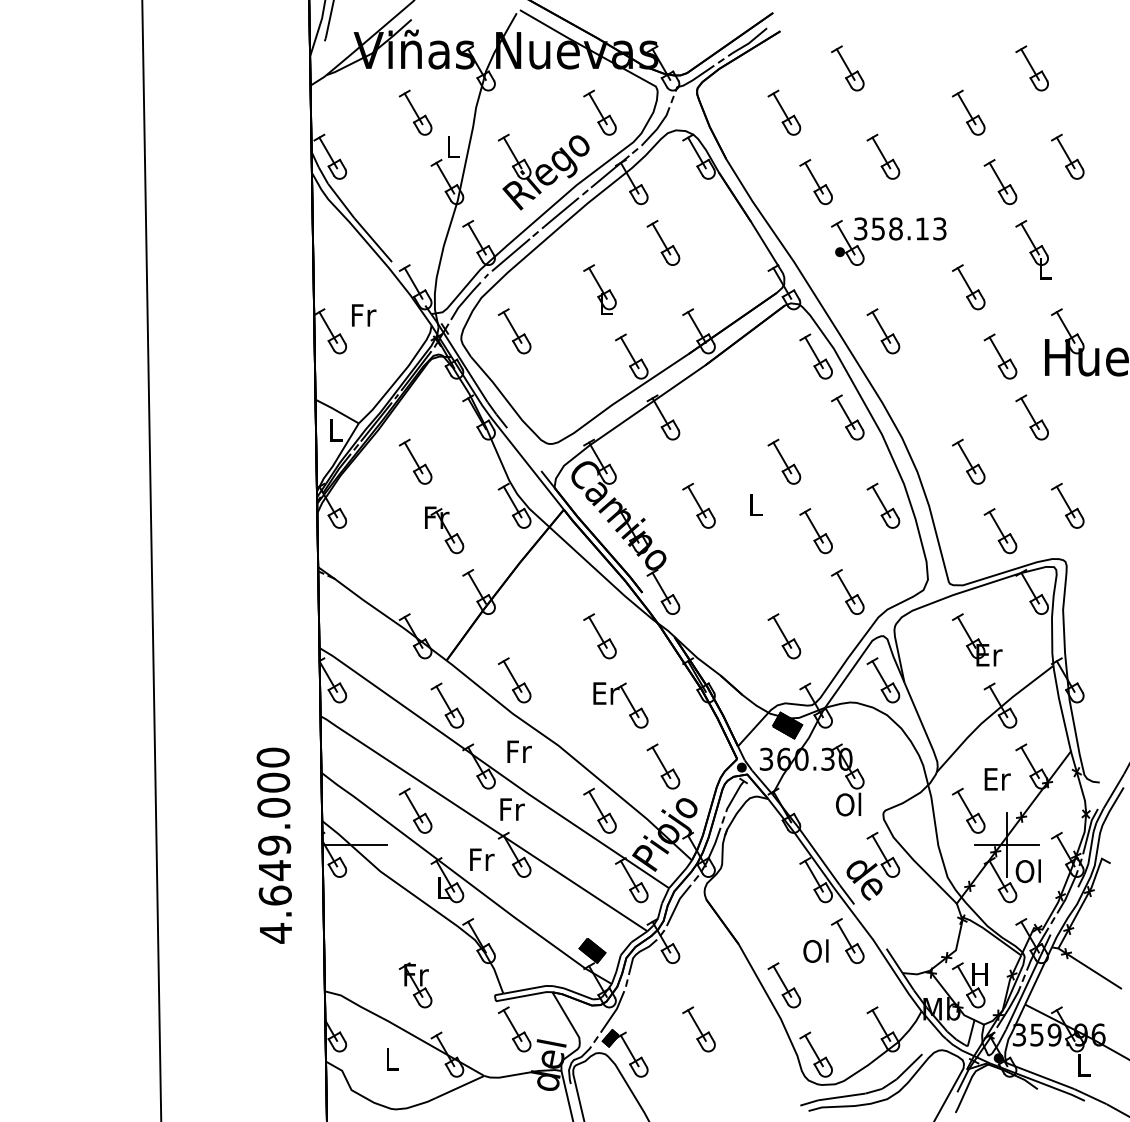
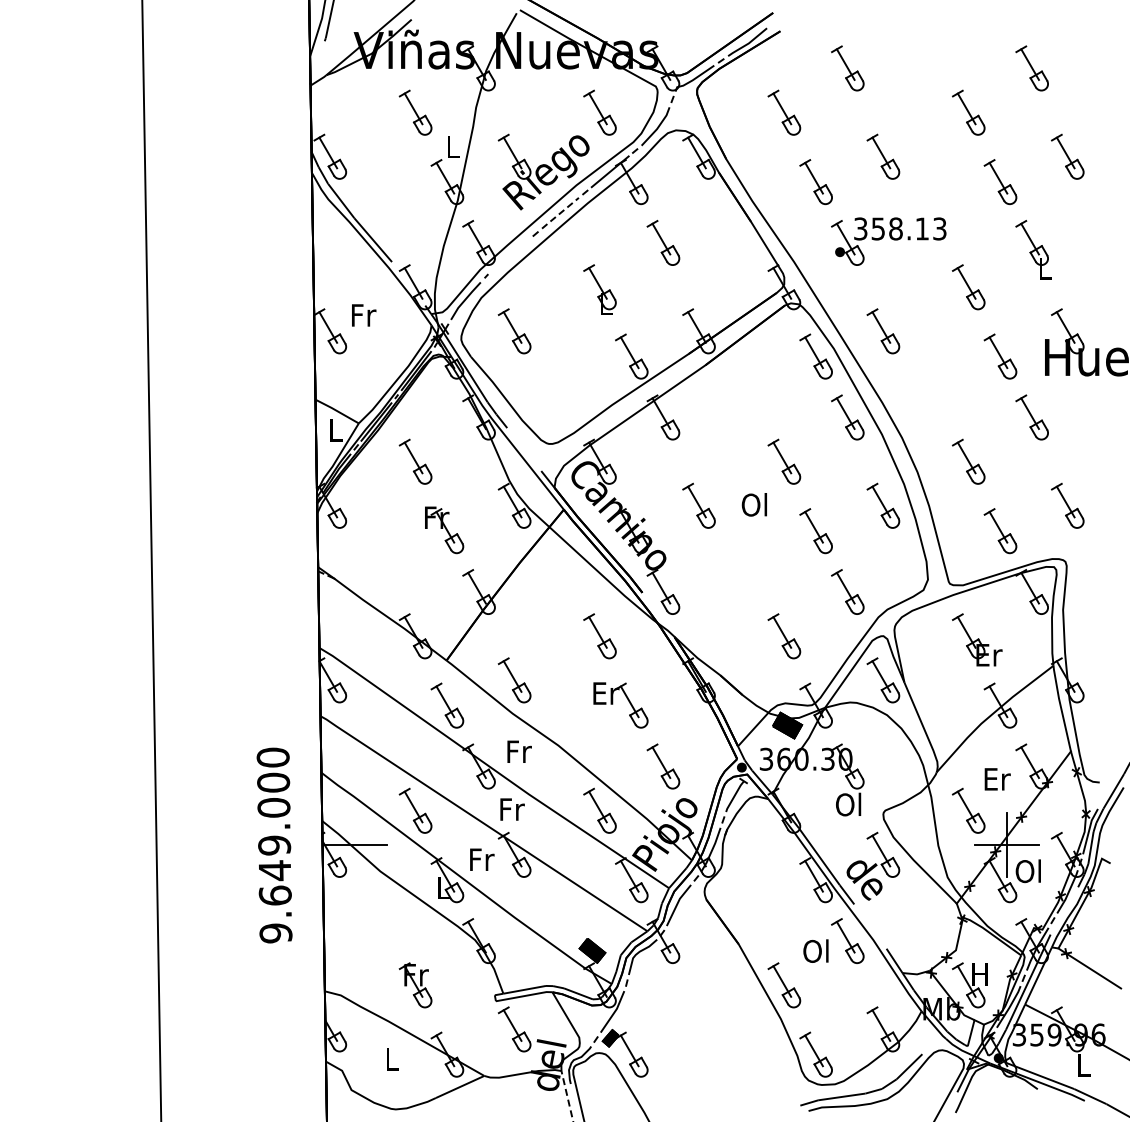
line at (559, 213): solid -> dashed
line at (510, 254): present -> none
text at (753, 504): L -> Ol
text at (275, 933): 4.649.000 -> 9.649.000
part at (698, 1029): present -> none
line at (567, 1096): solid -> dashed
